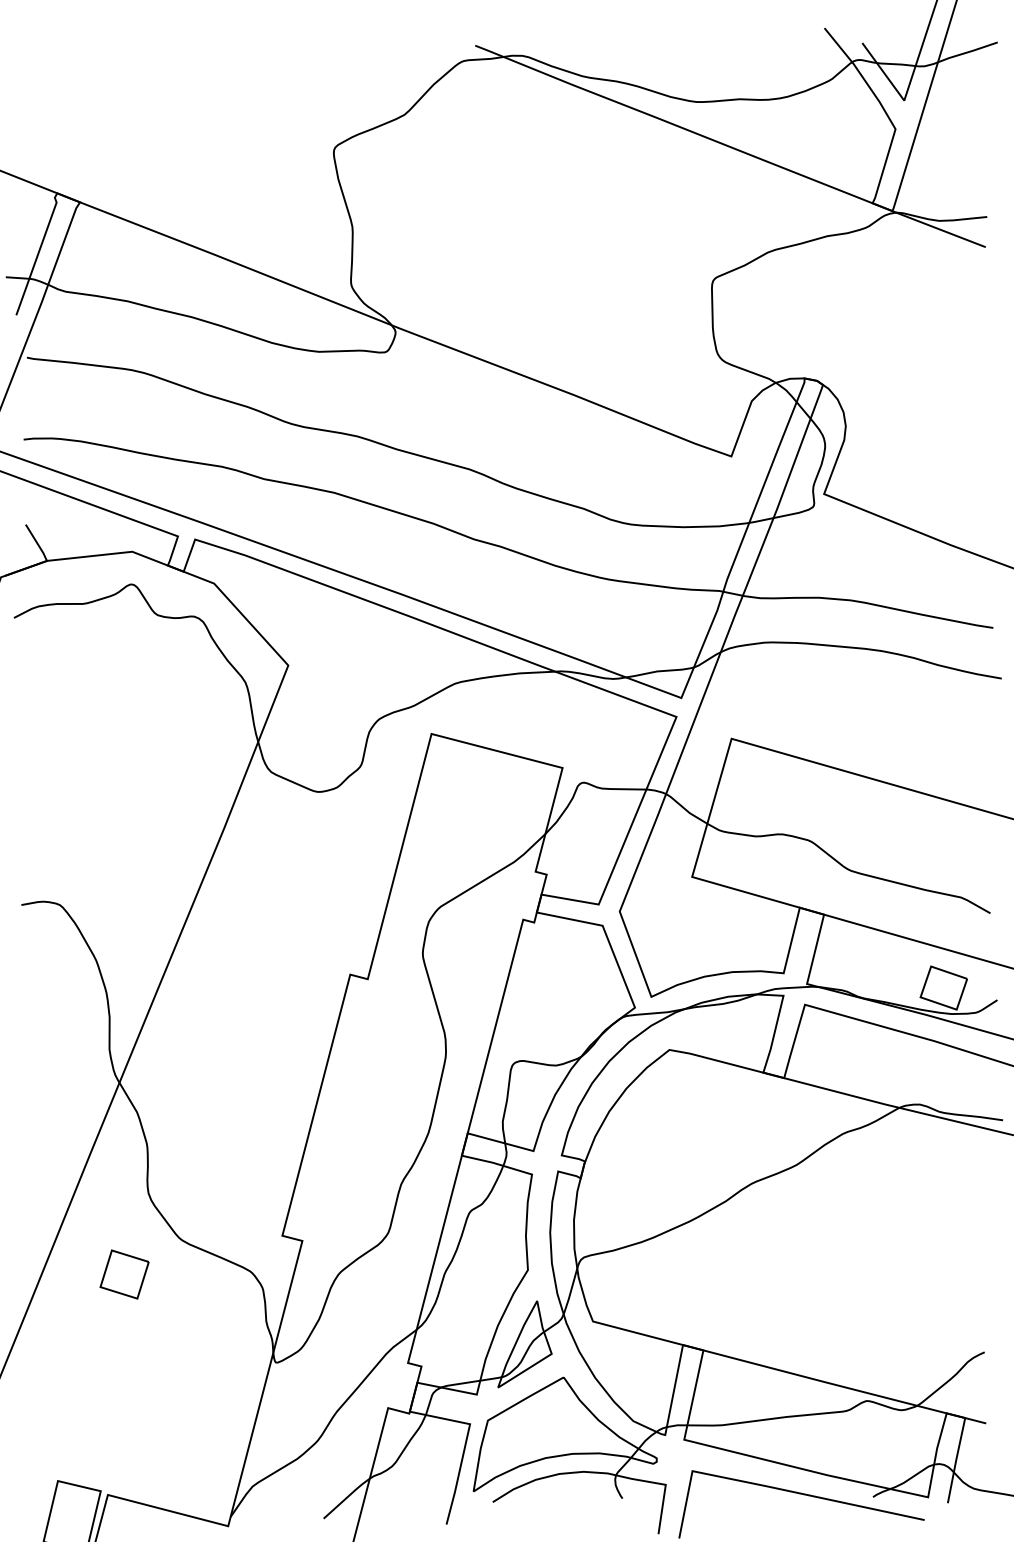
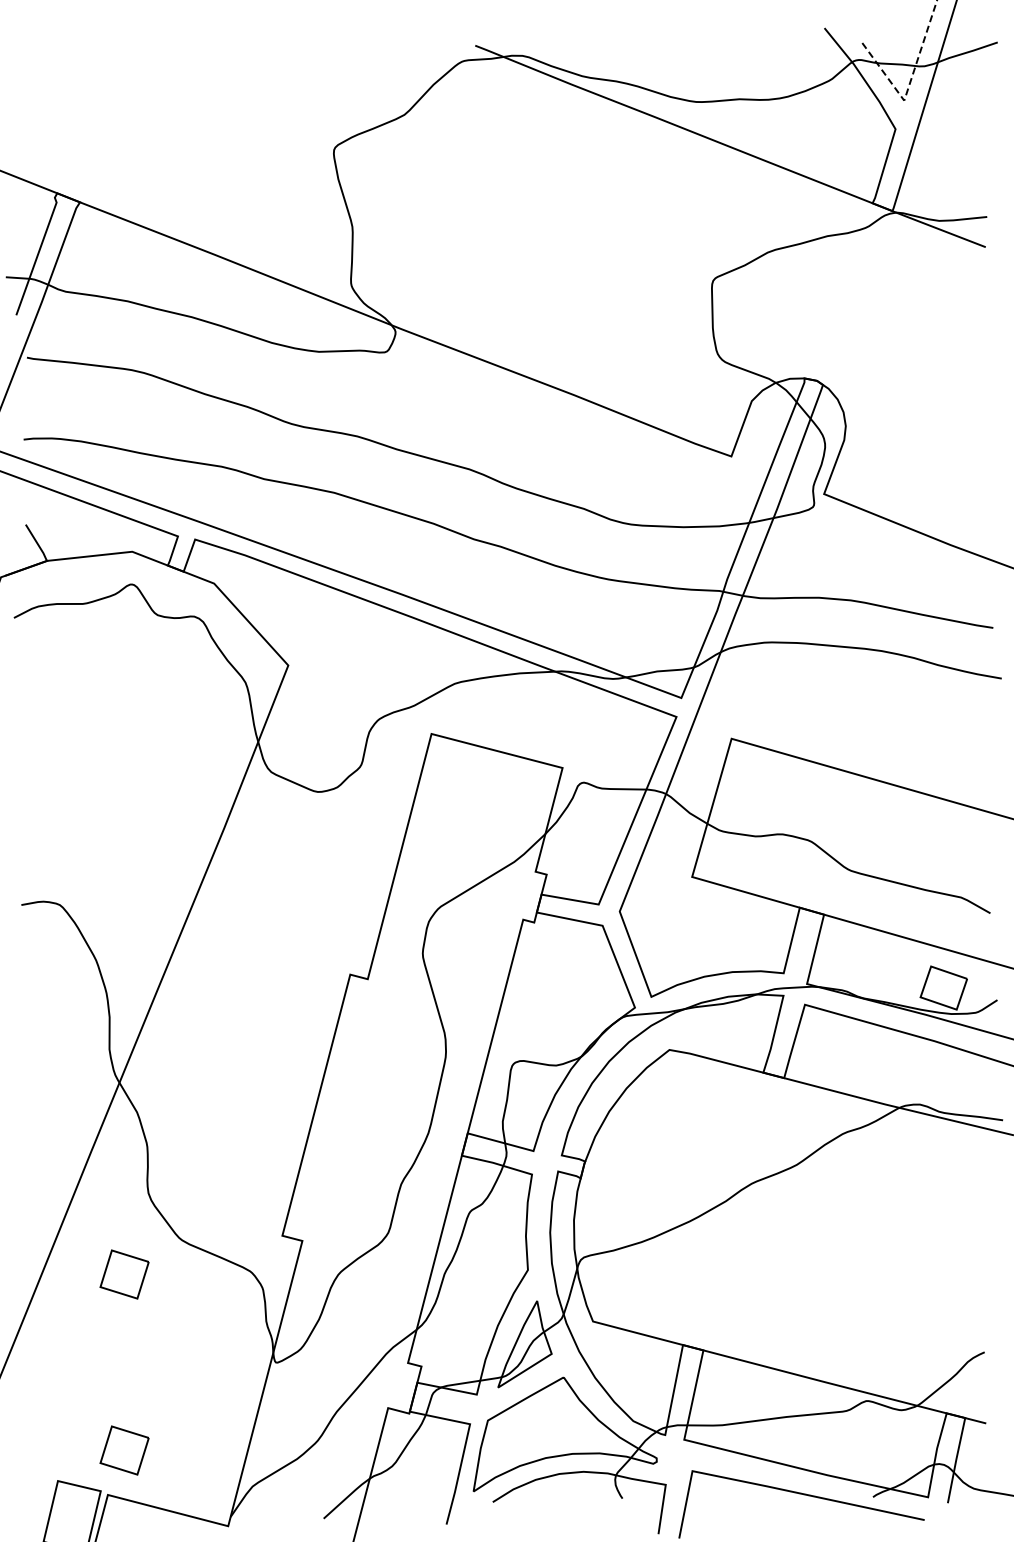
line at (909, 84): solid -> dashed
part at (124, 1450): none -> present
